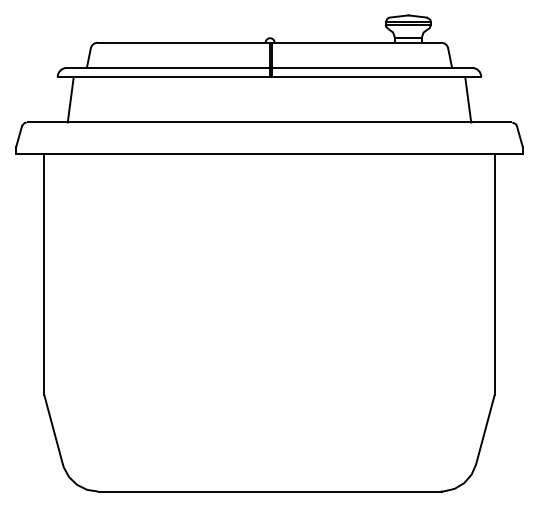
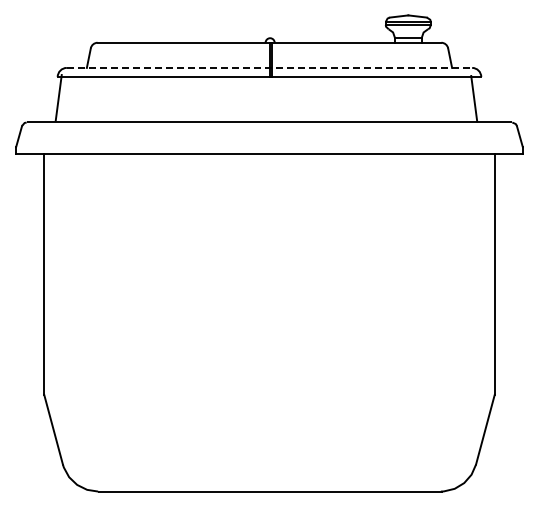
line at (269, 67): solid -> dashed
line at (70, 99) position: (70, 99) -> (58, 97)
line at (468, 99) position: (468, 99) -> (474, 98)
